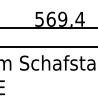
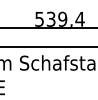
text at (50, 18): 569,4 -> 539,4
